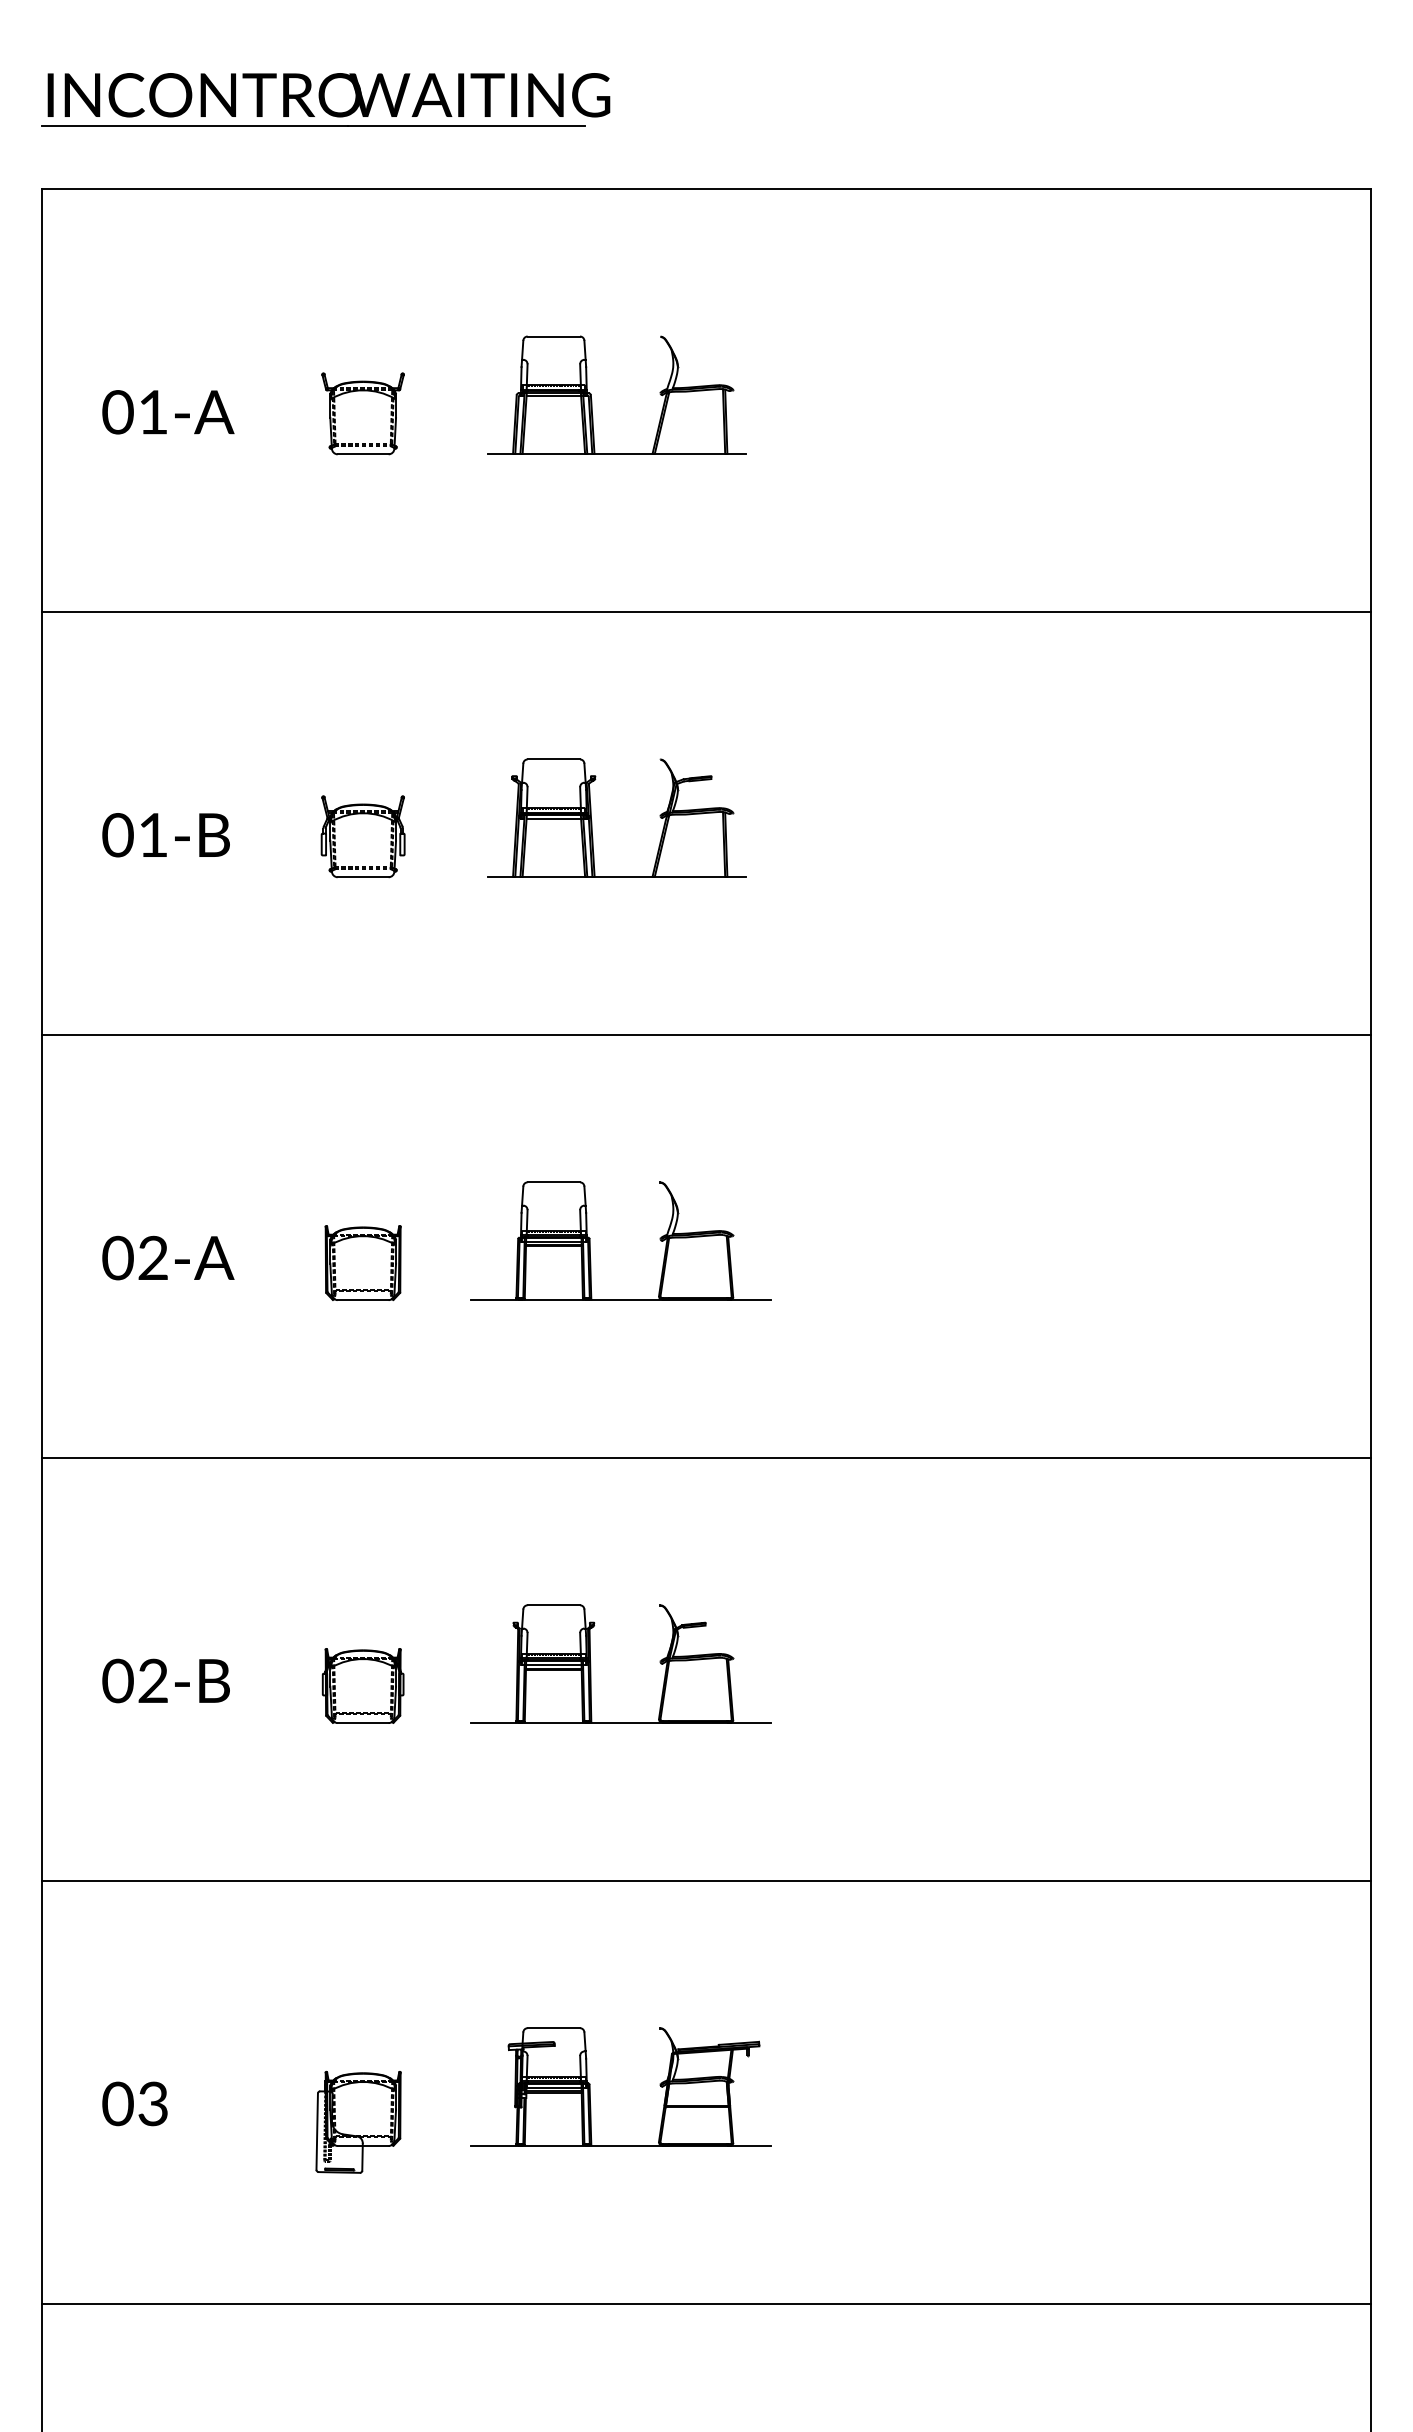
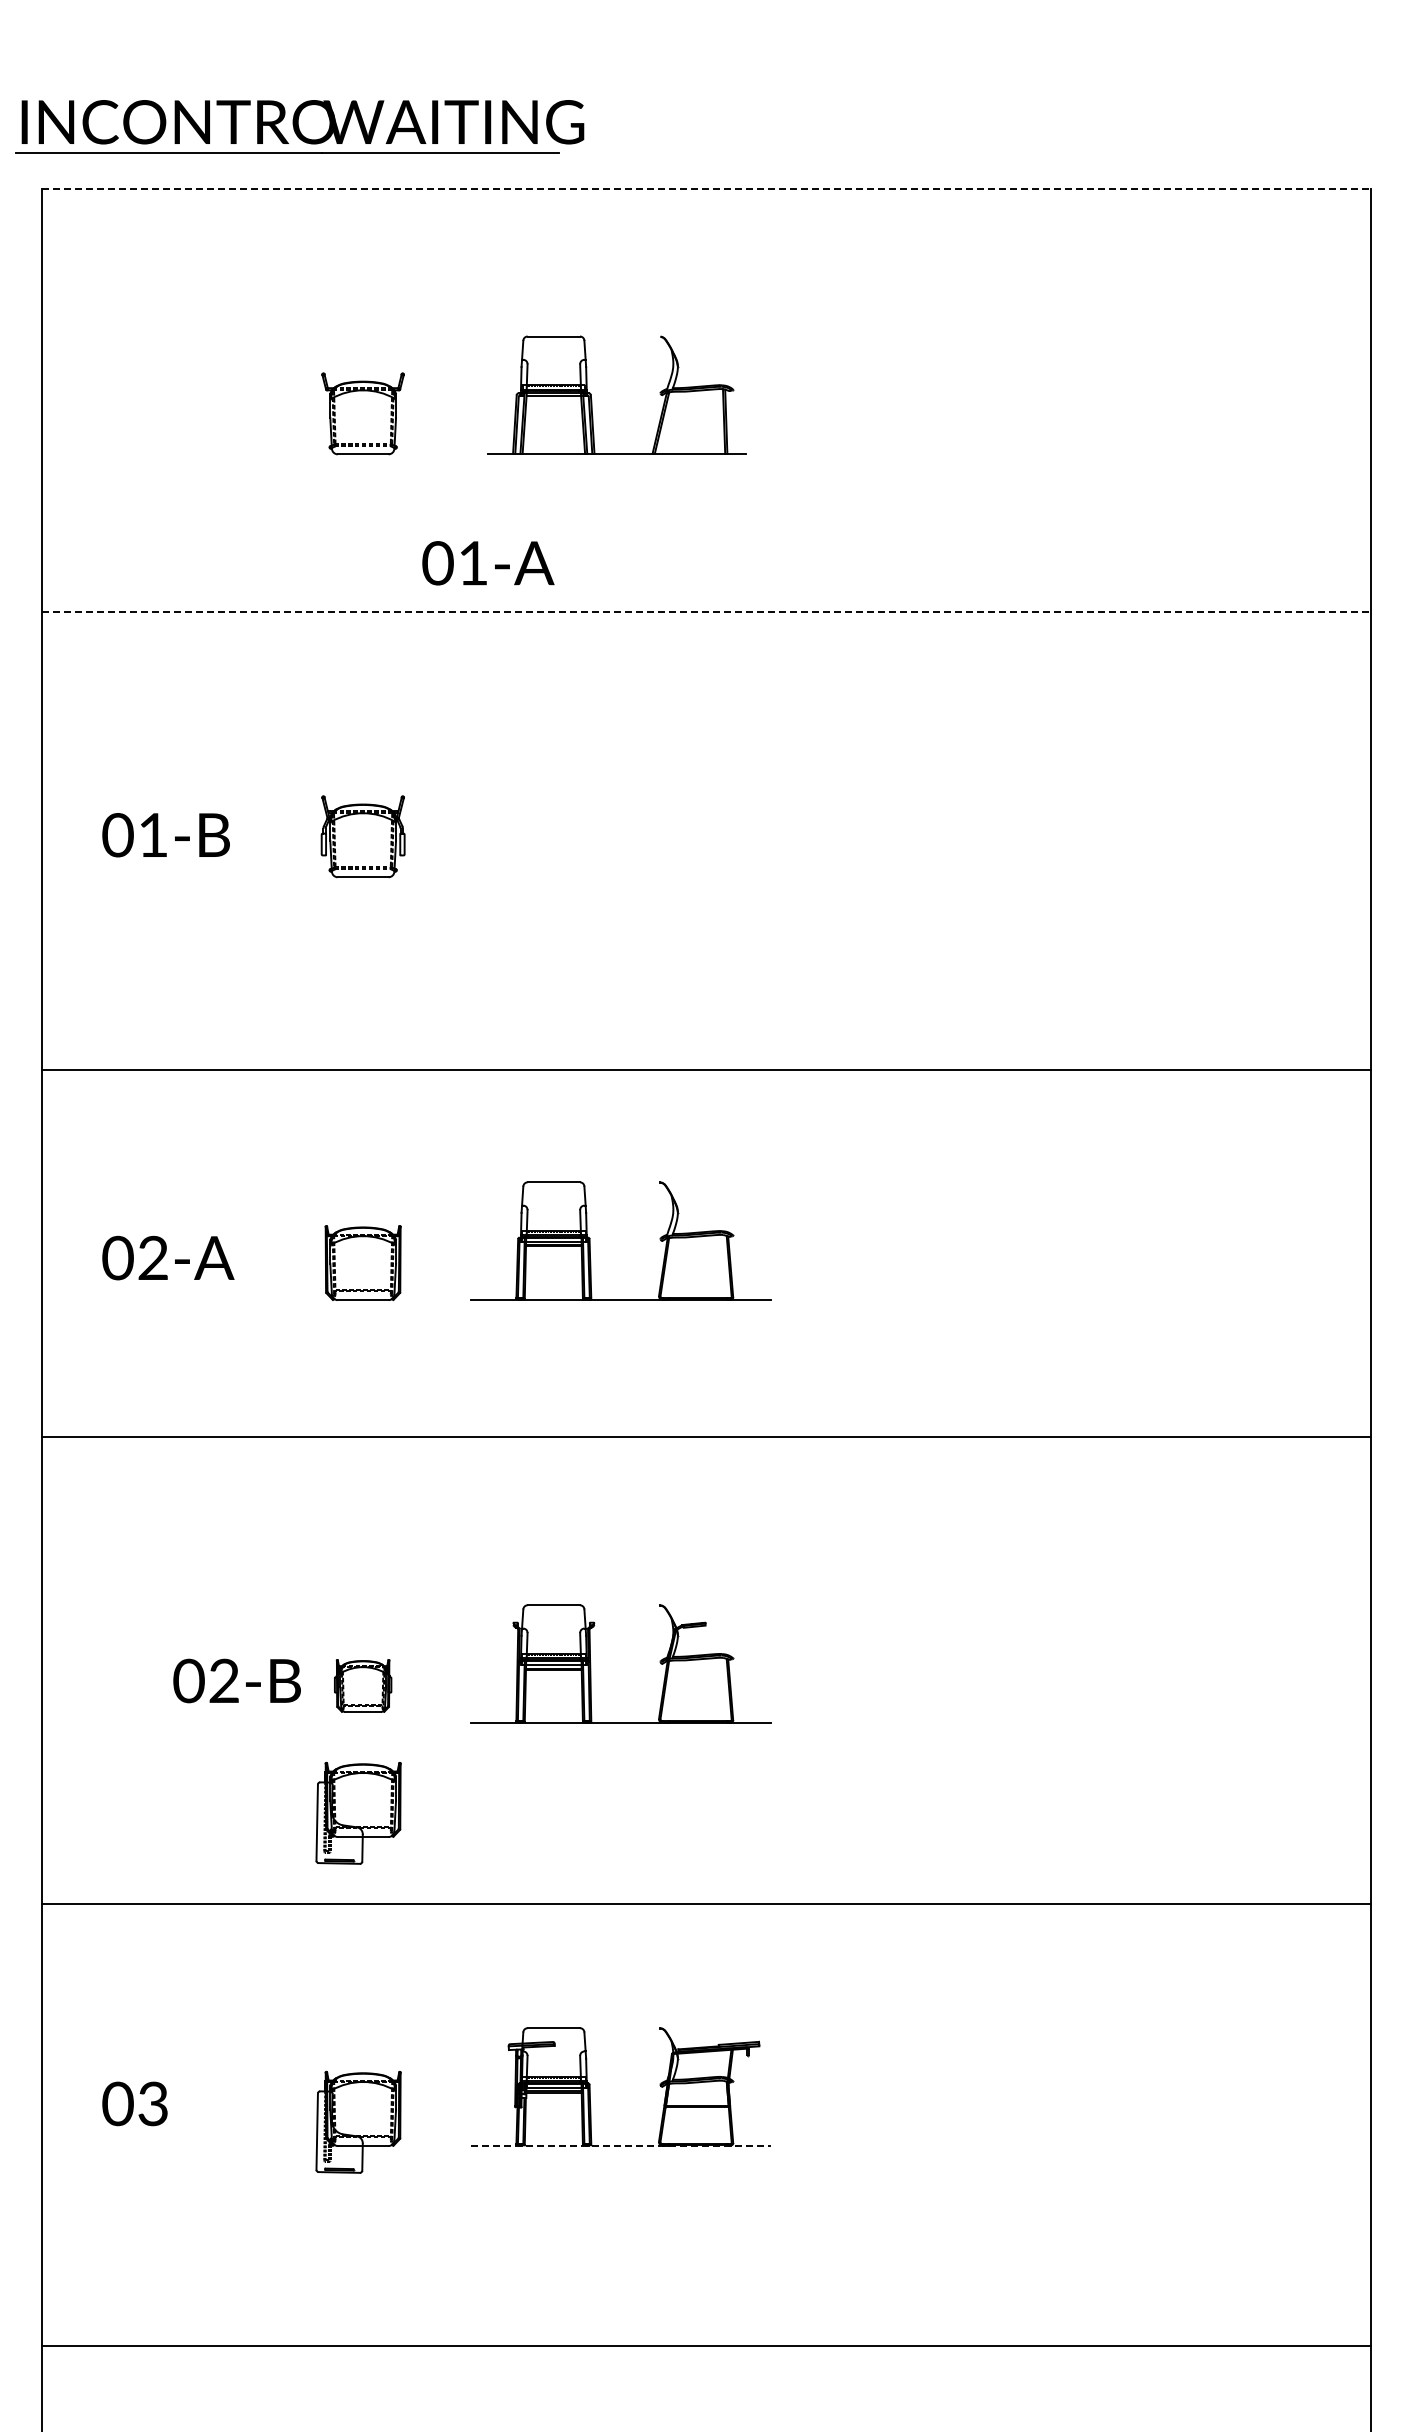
part at (325, 99) position: (325, 99) -> (299, 126)
line at (706, 188): solid -> dashed
text at (168, 412) position: (168, 412) -> (488, 563)
line at (706, 611): solid -> dashed
part at (592, 820): present -> none
line at (706, 1034) position: (706, 1034) -> (706, 1069)
line at (706, 1457) position: (706, 1457) -> (706, 1436)
text at (165, 1680) position: (165, 1680) -> (236, 1680)
part at (362, 1685) size: 84x76 px -> 59x54 px
part at (358, 1812): none -> present
line at (706, 1880) position: (706, 1880) -> (706, 1903)
line at (621, 2145): solid -> dashed
line at (706, 2303) position: (706, 2303) -> (706, 2345)
